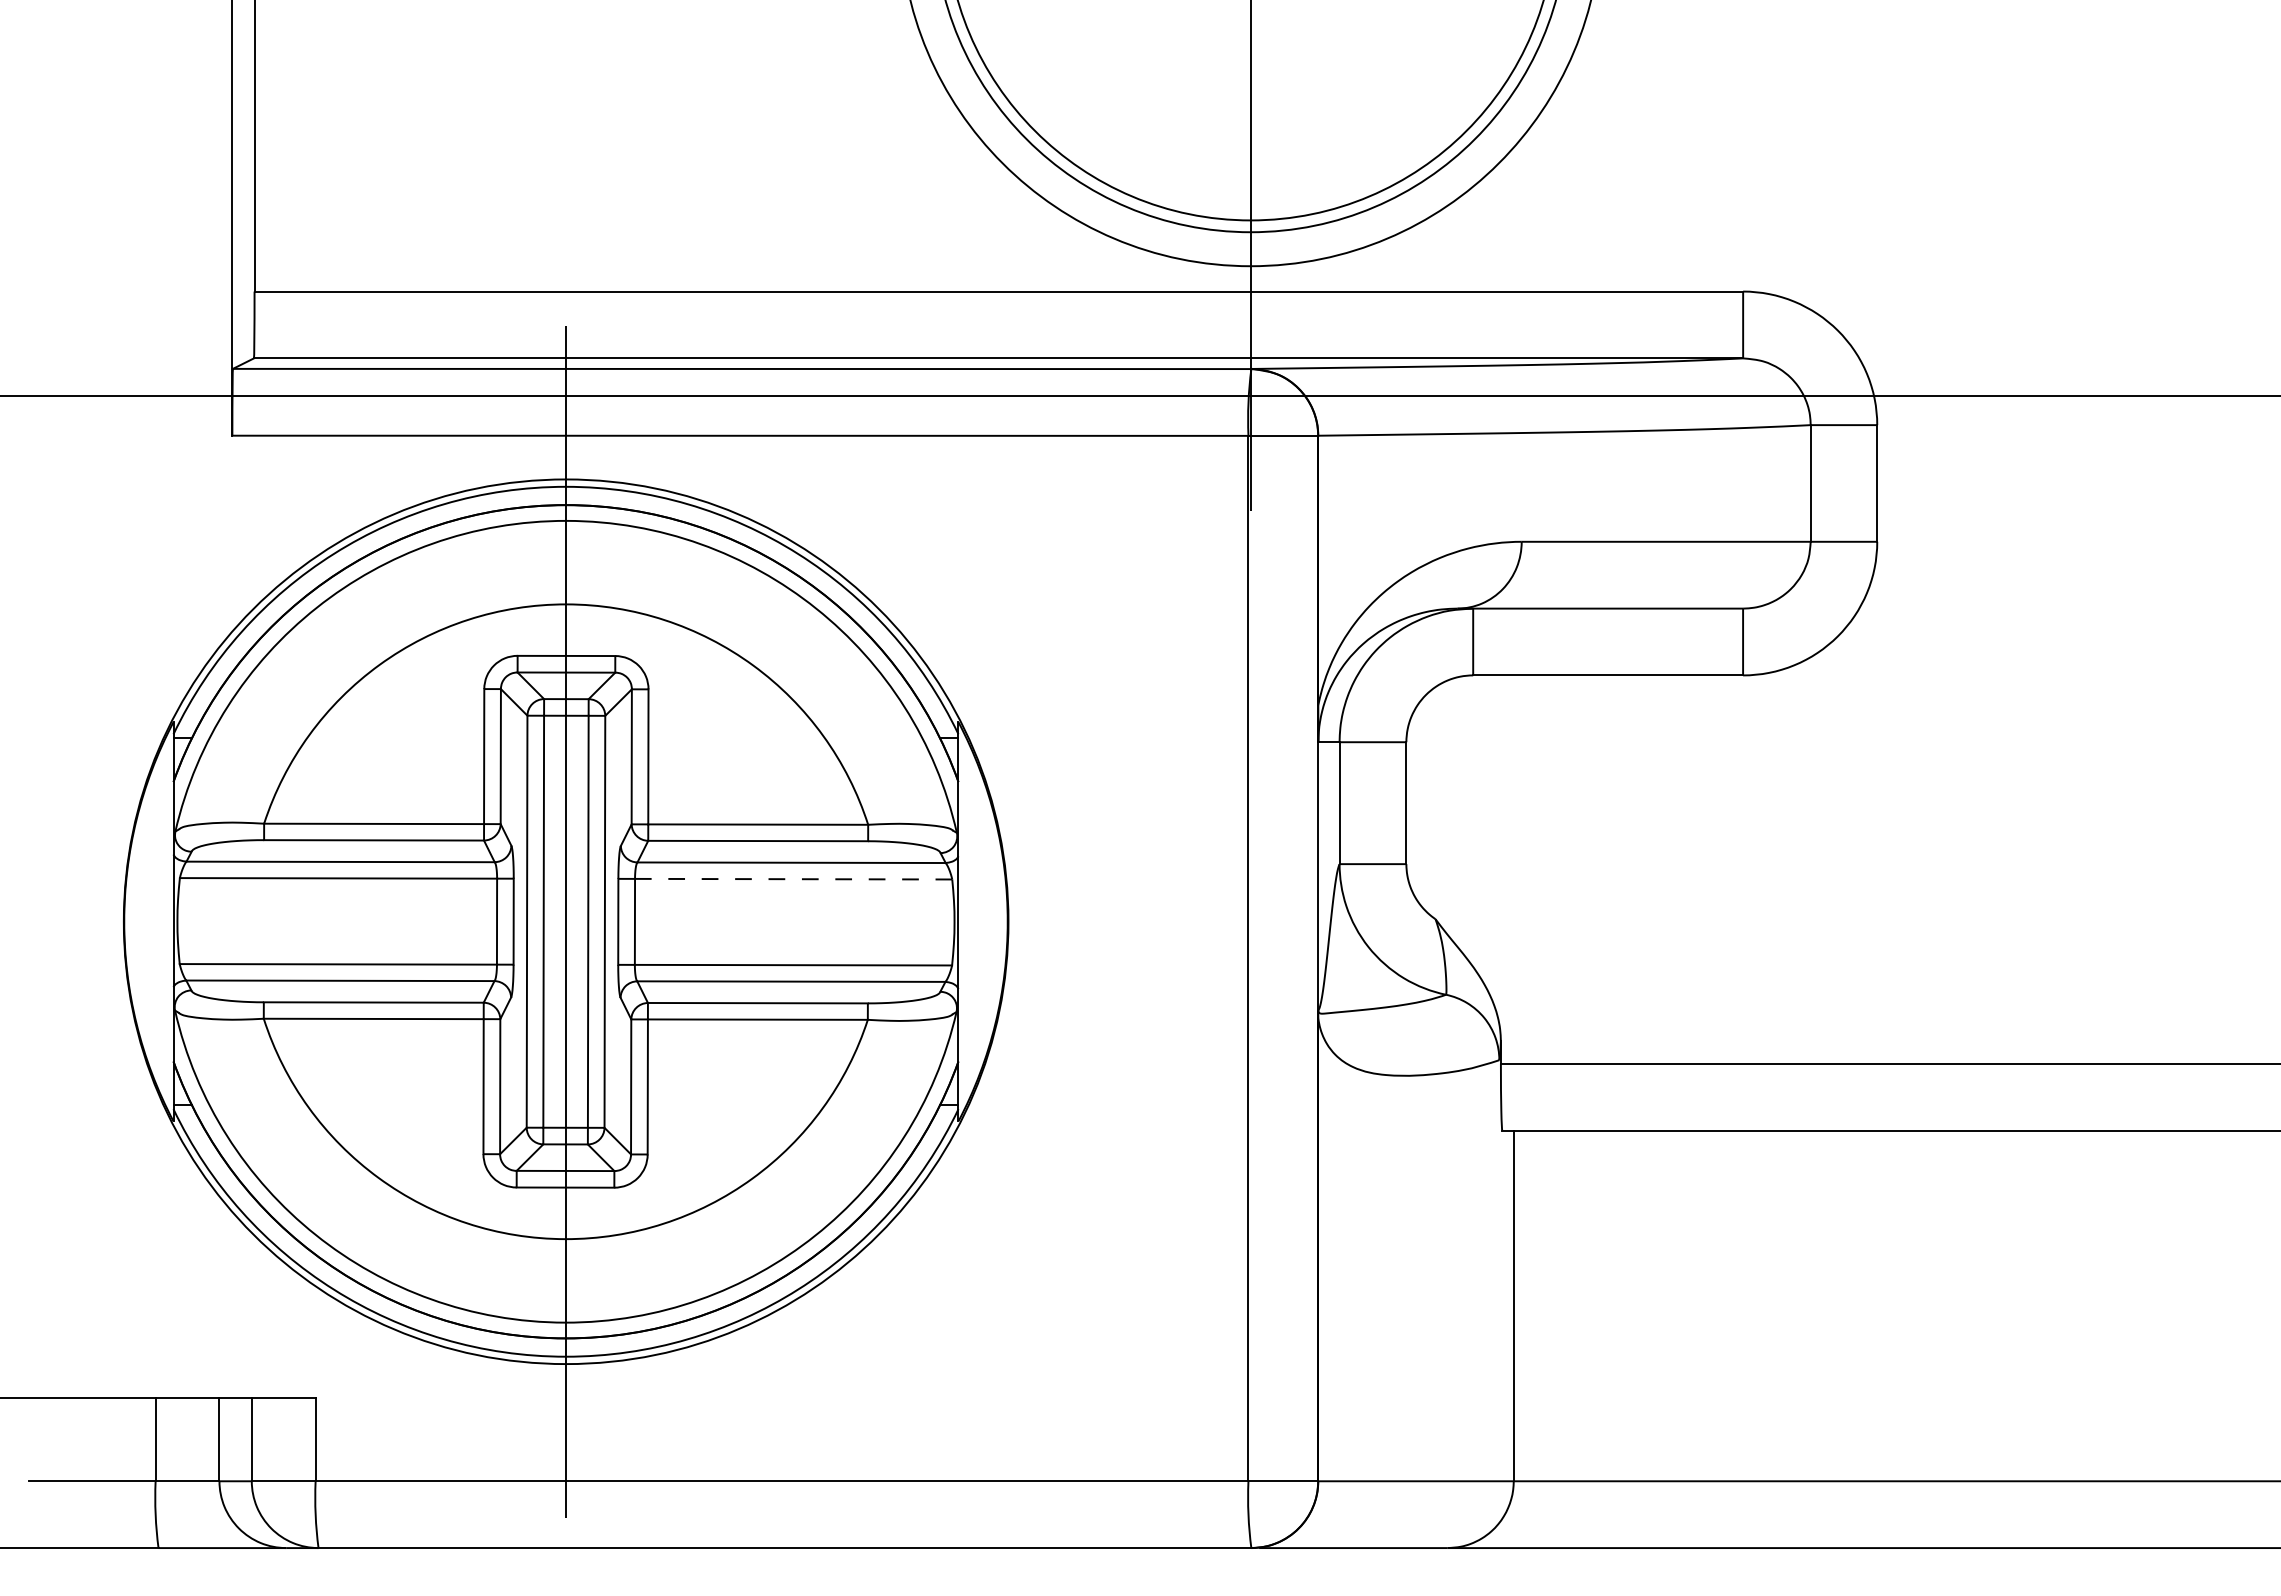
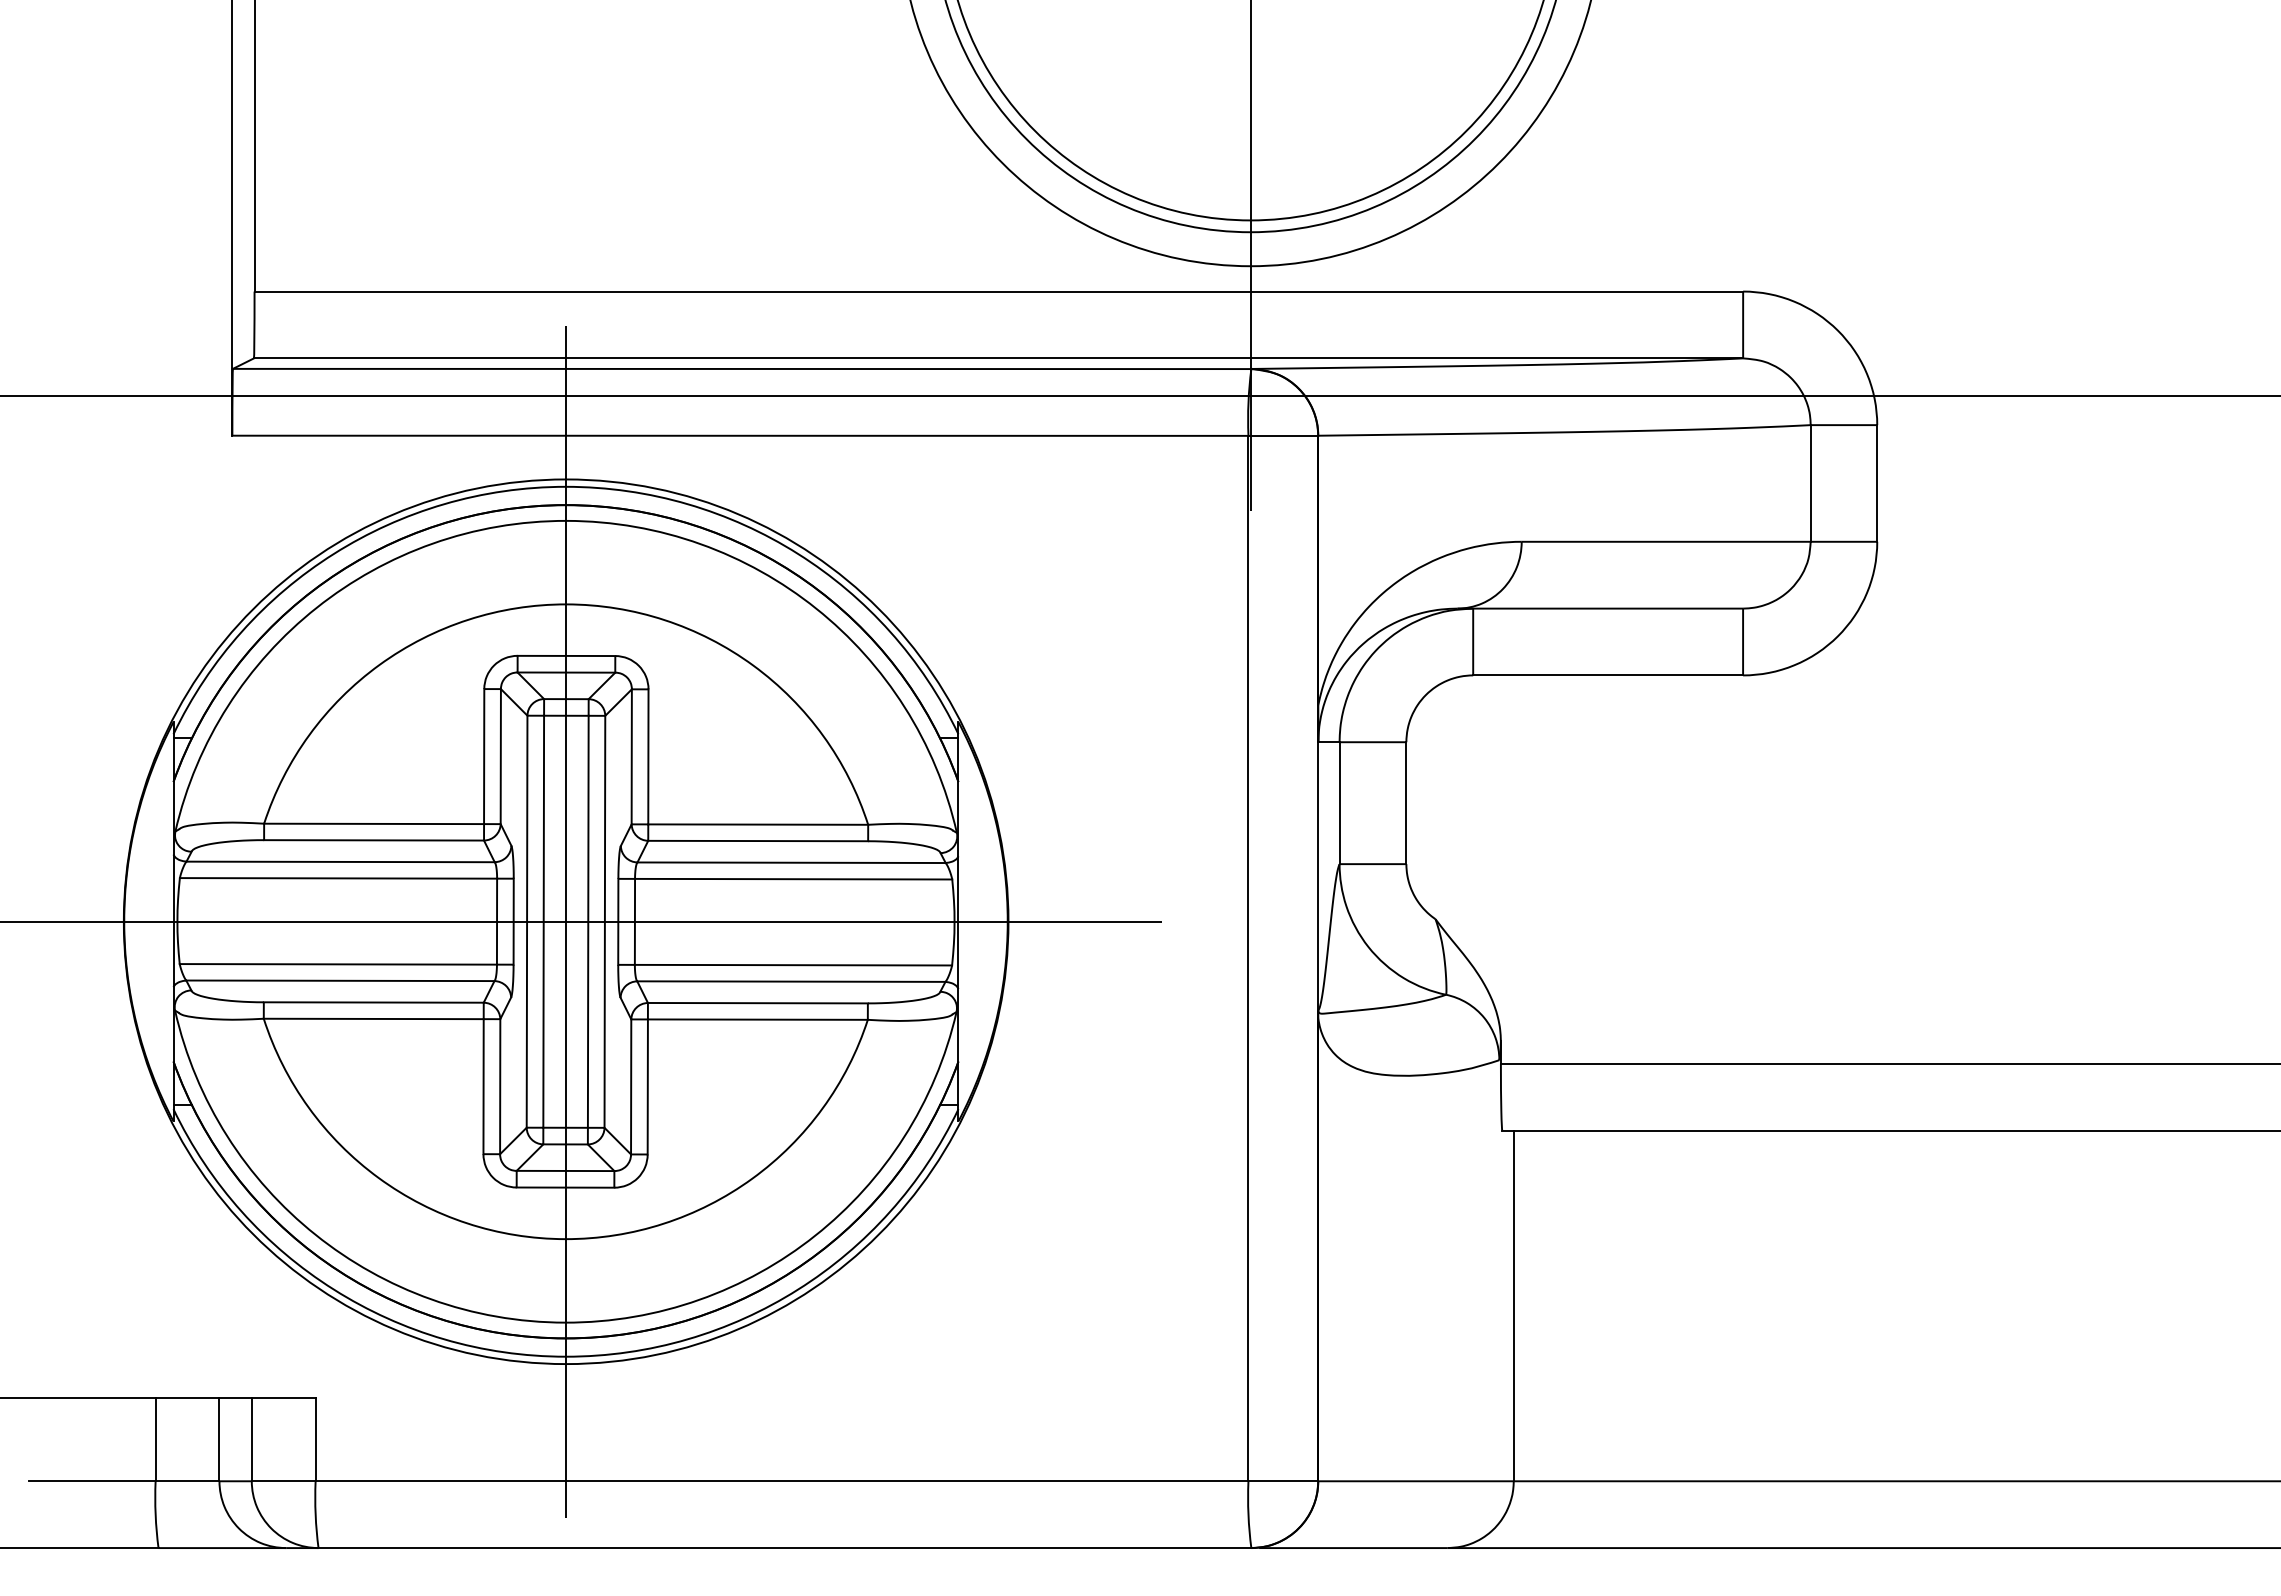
line at (793, 879): dashed -> solid
line at (581, 921): none -> present
